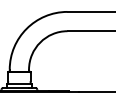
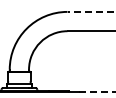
line at (91, 11): solid -> dashed
line at (97, 91): solid -> dashed
